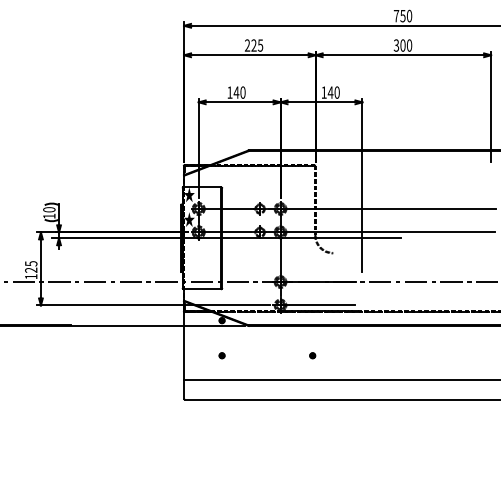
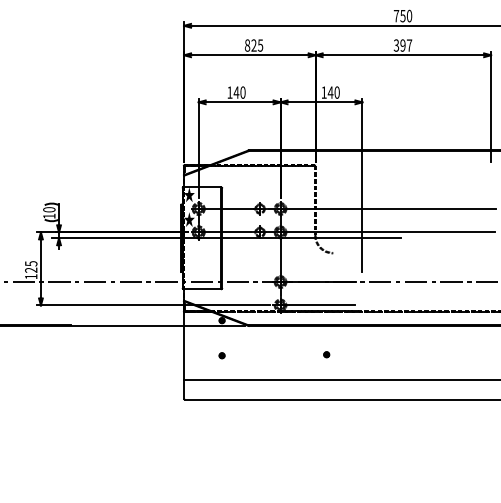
text at (247, 45): 225 -> 825
text at (406, 45): 300 -> 397
part at (312, 355) position: (312, 355) -> (326, 354)
